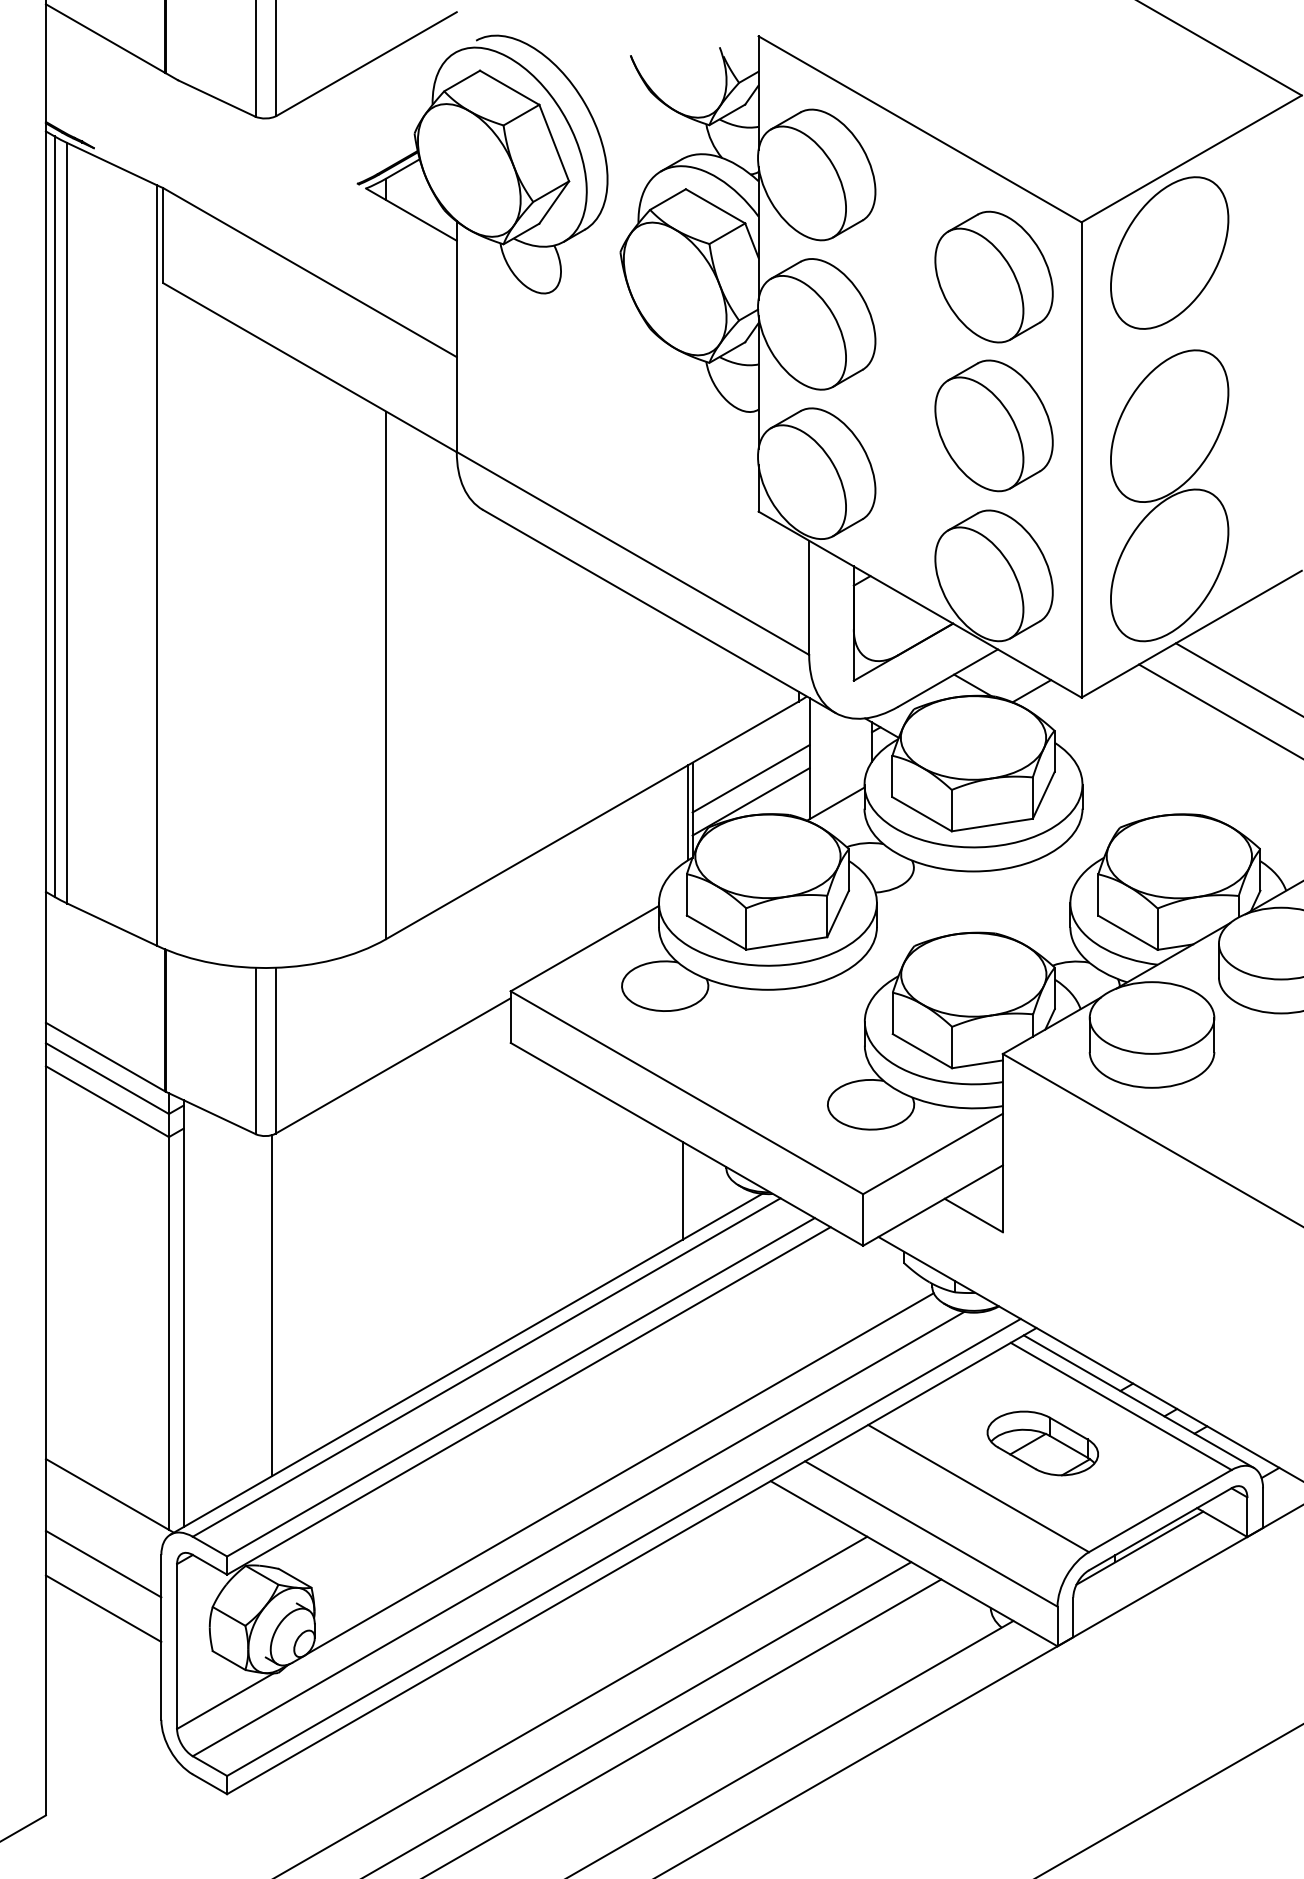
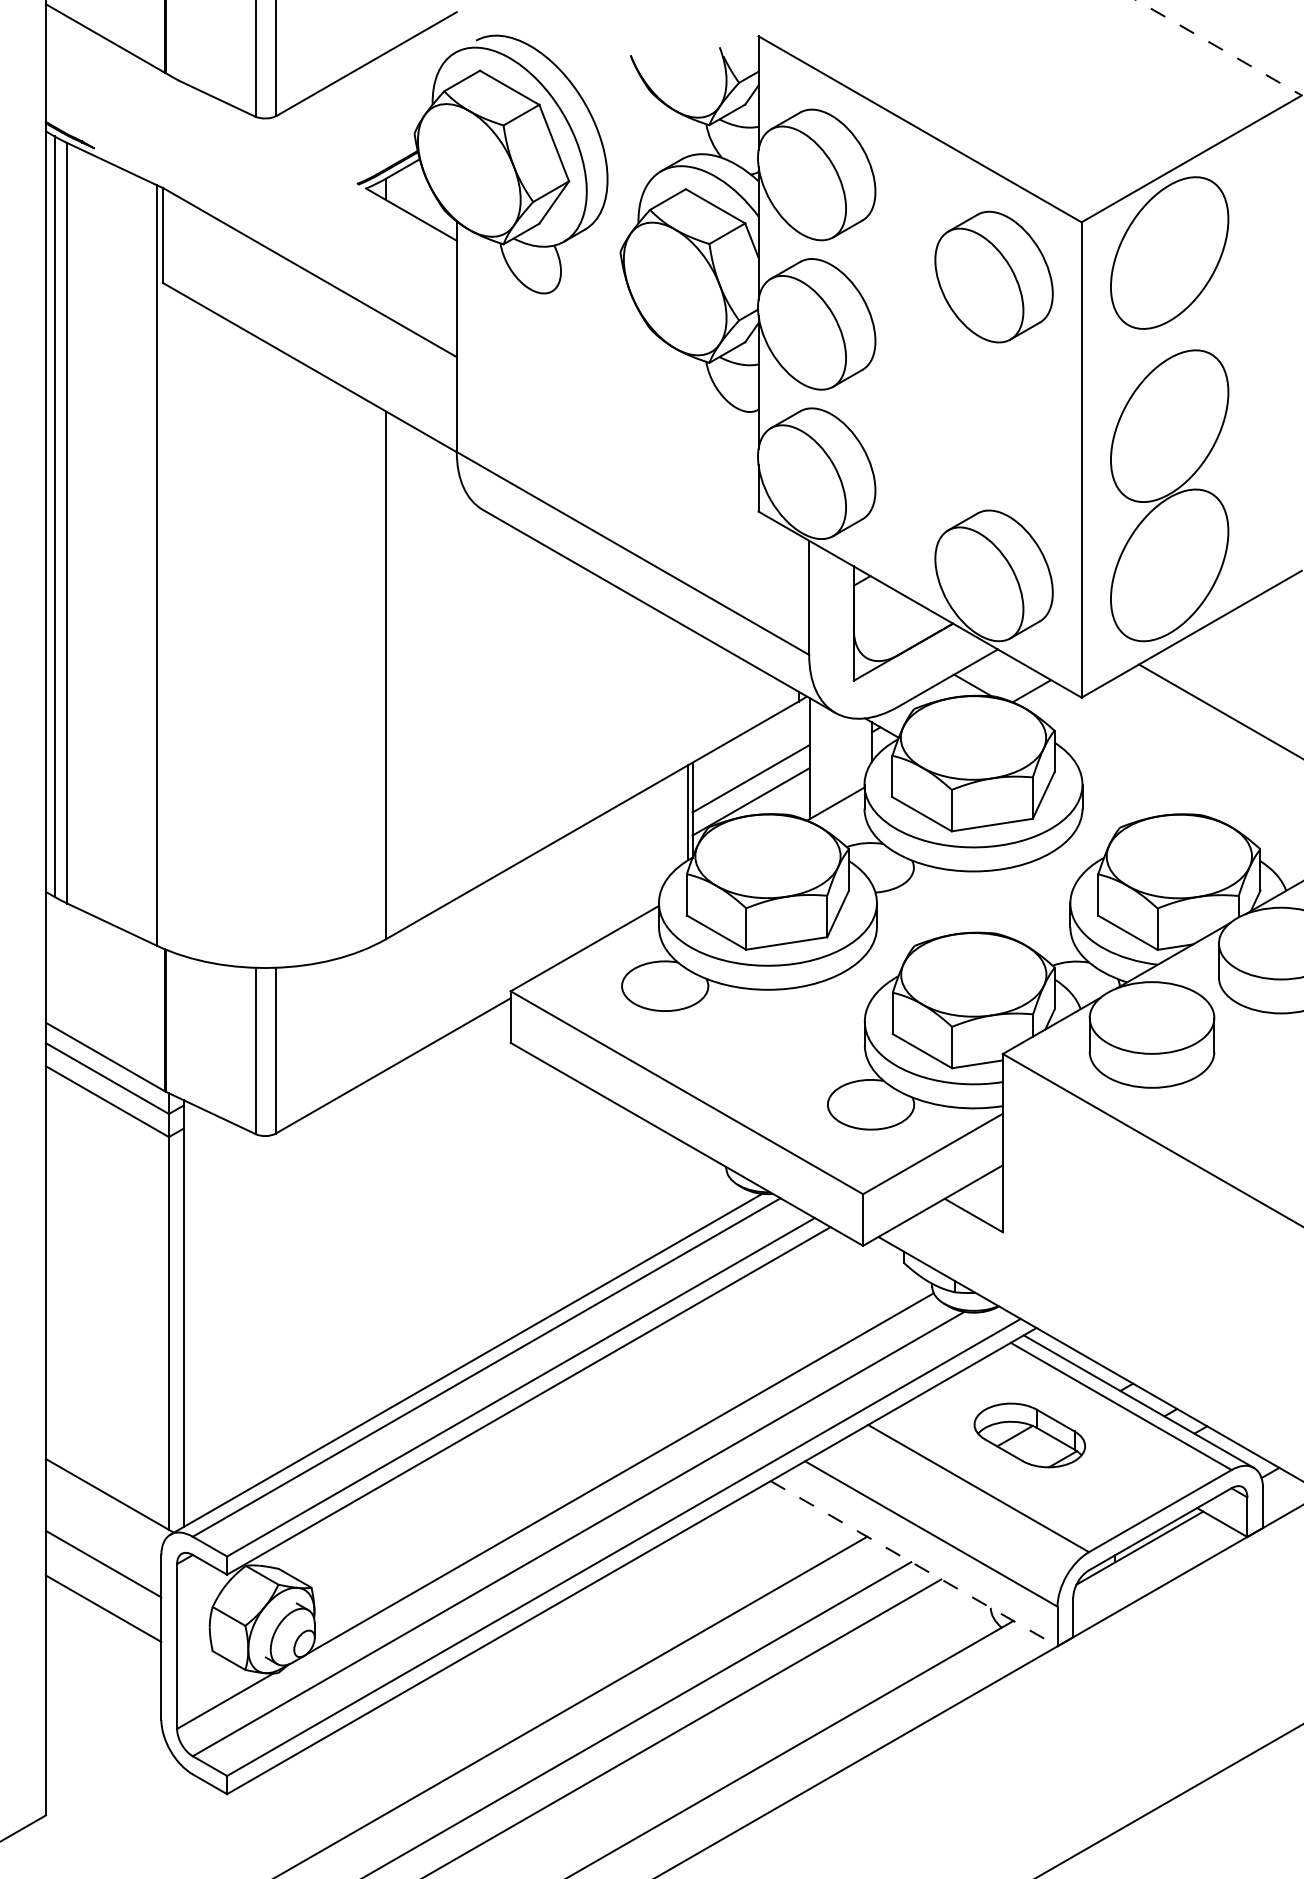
line at (1219, 48): solid -> dashed
part at (993, 425): present -> none
line at (1237, 679): present -> none
line at (682, 1190): present -> none
line at (271, 1305): present -> none
part at (1042, 1443) position: (1042, 1443) -> (1029, 1435)
line at (914, 1563): solid -> dashed
